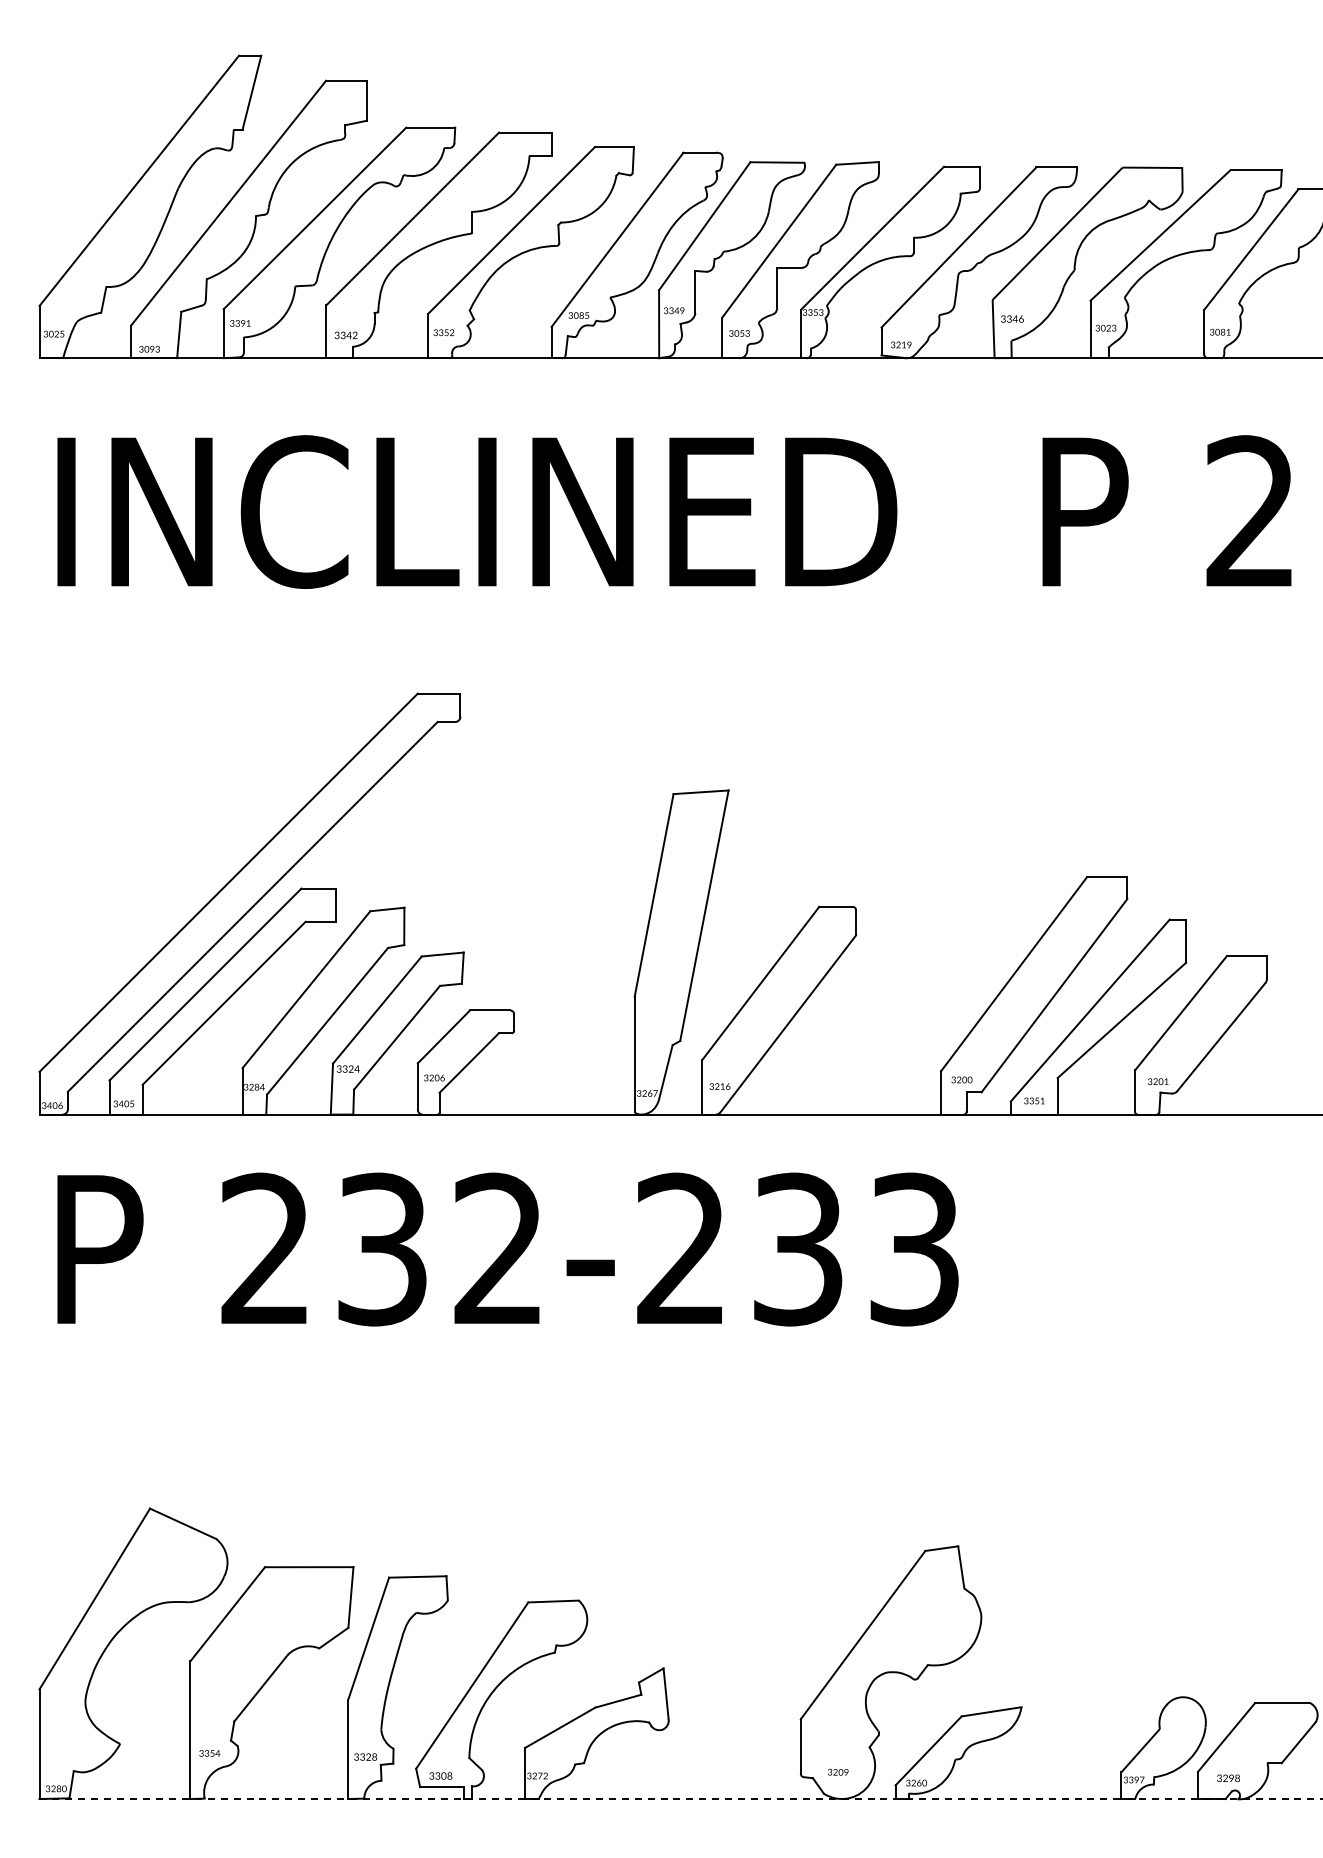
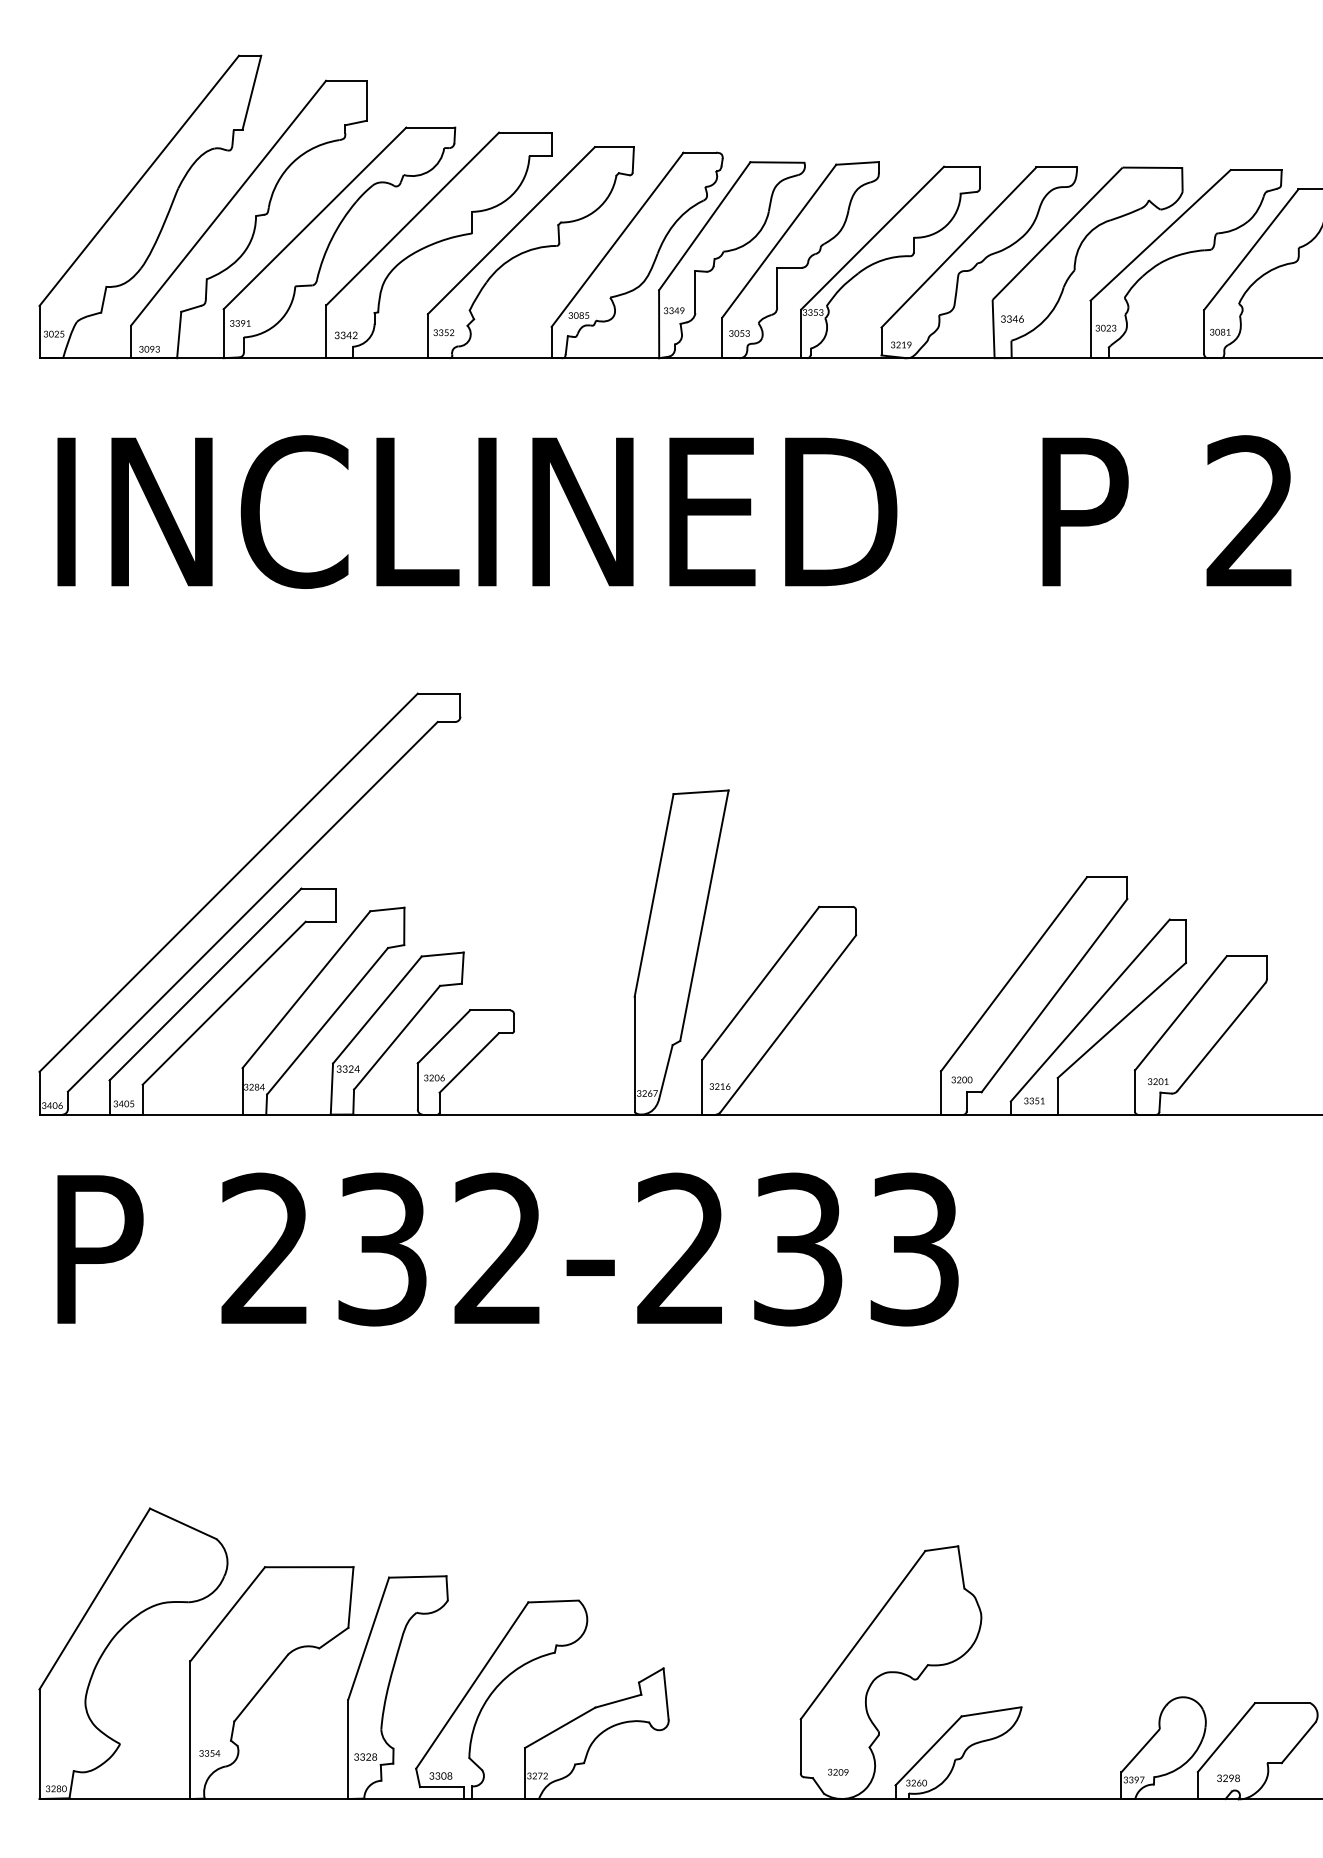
line at (681, 1799): dashed -> solid
